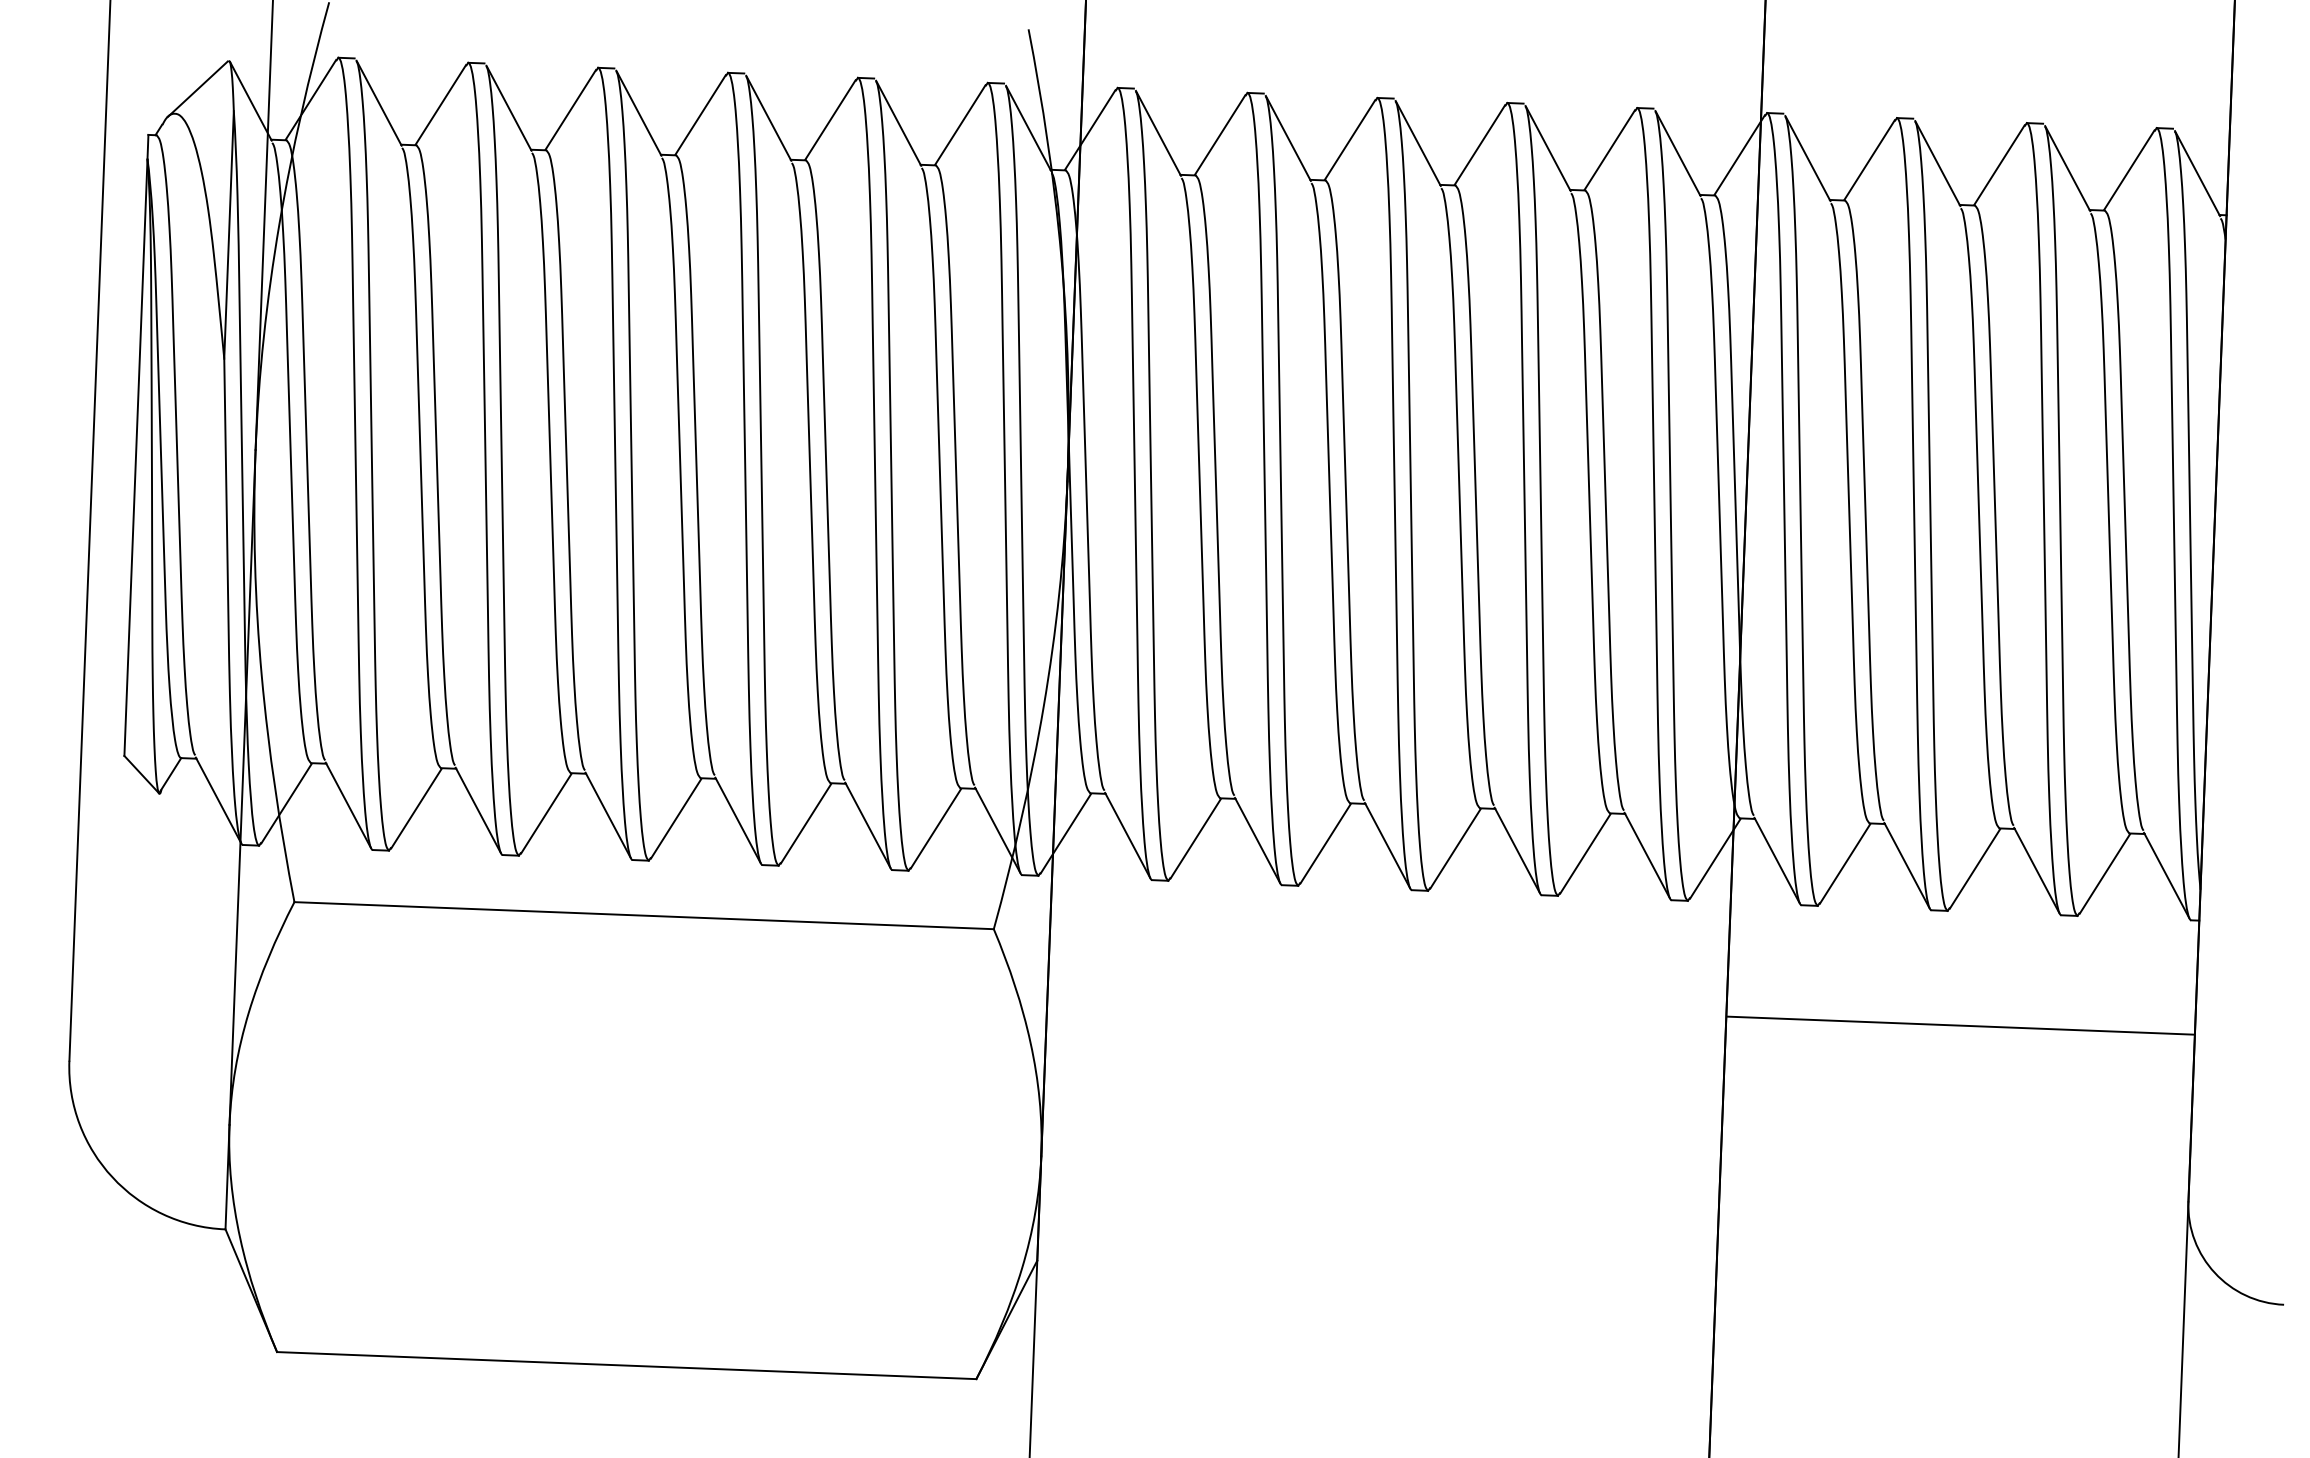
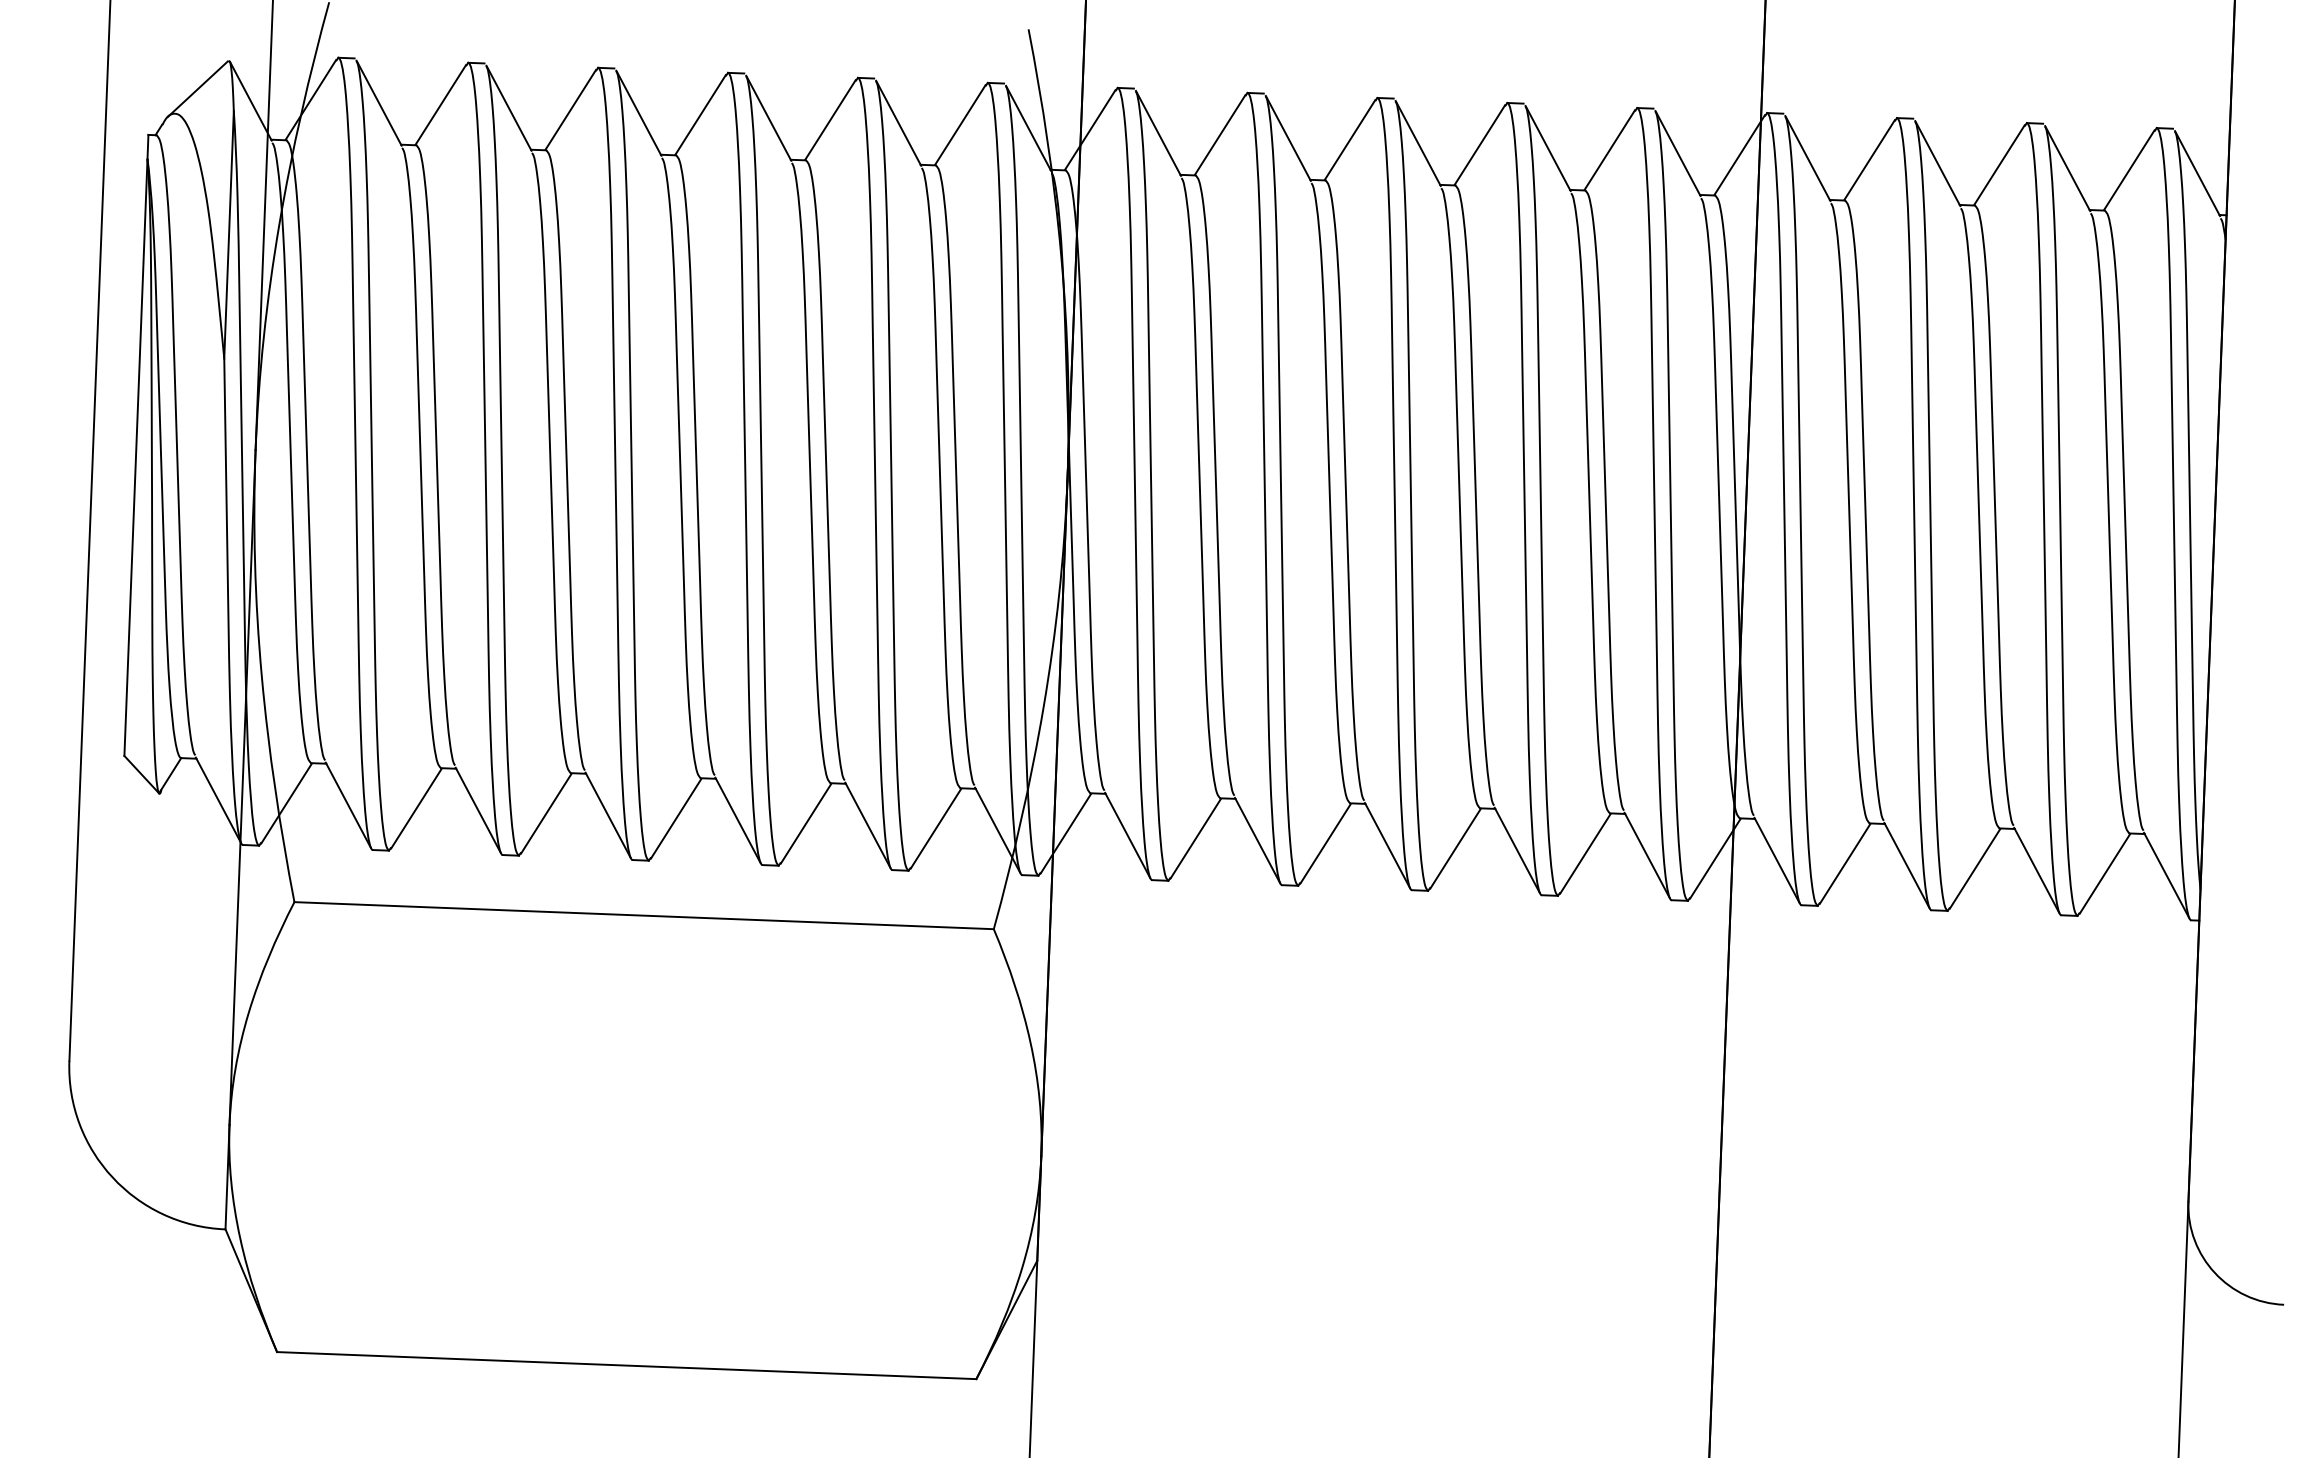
line at (1960, 1025): present -> none
